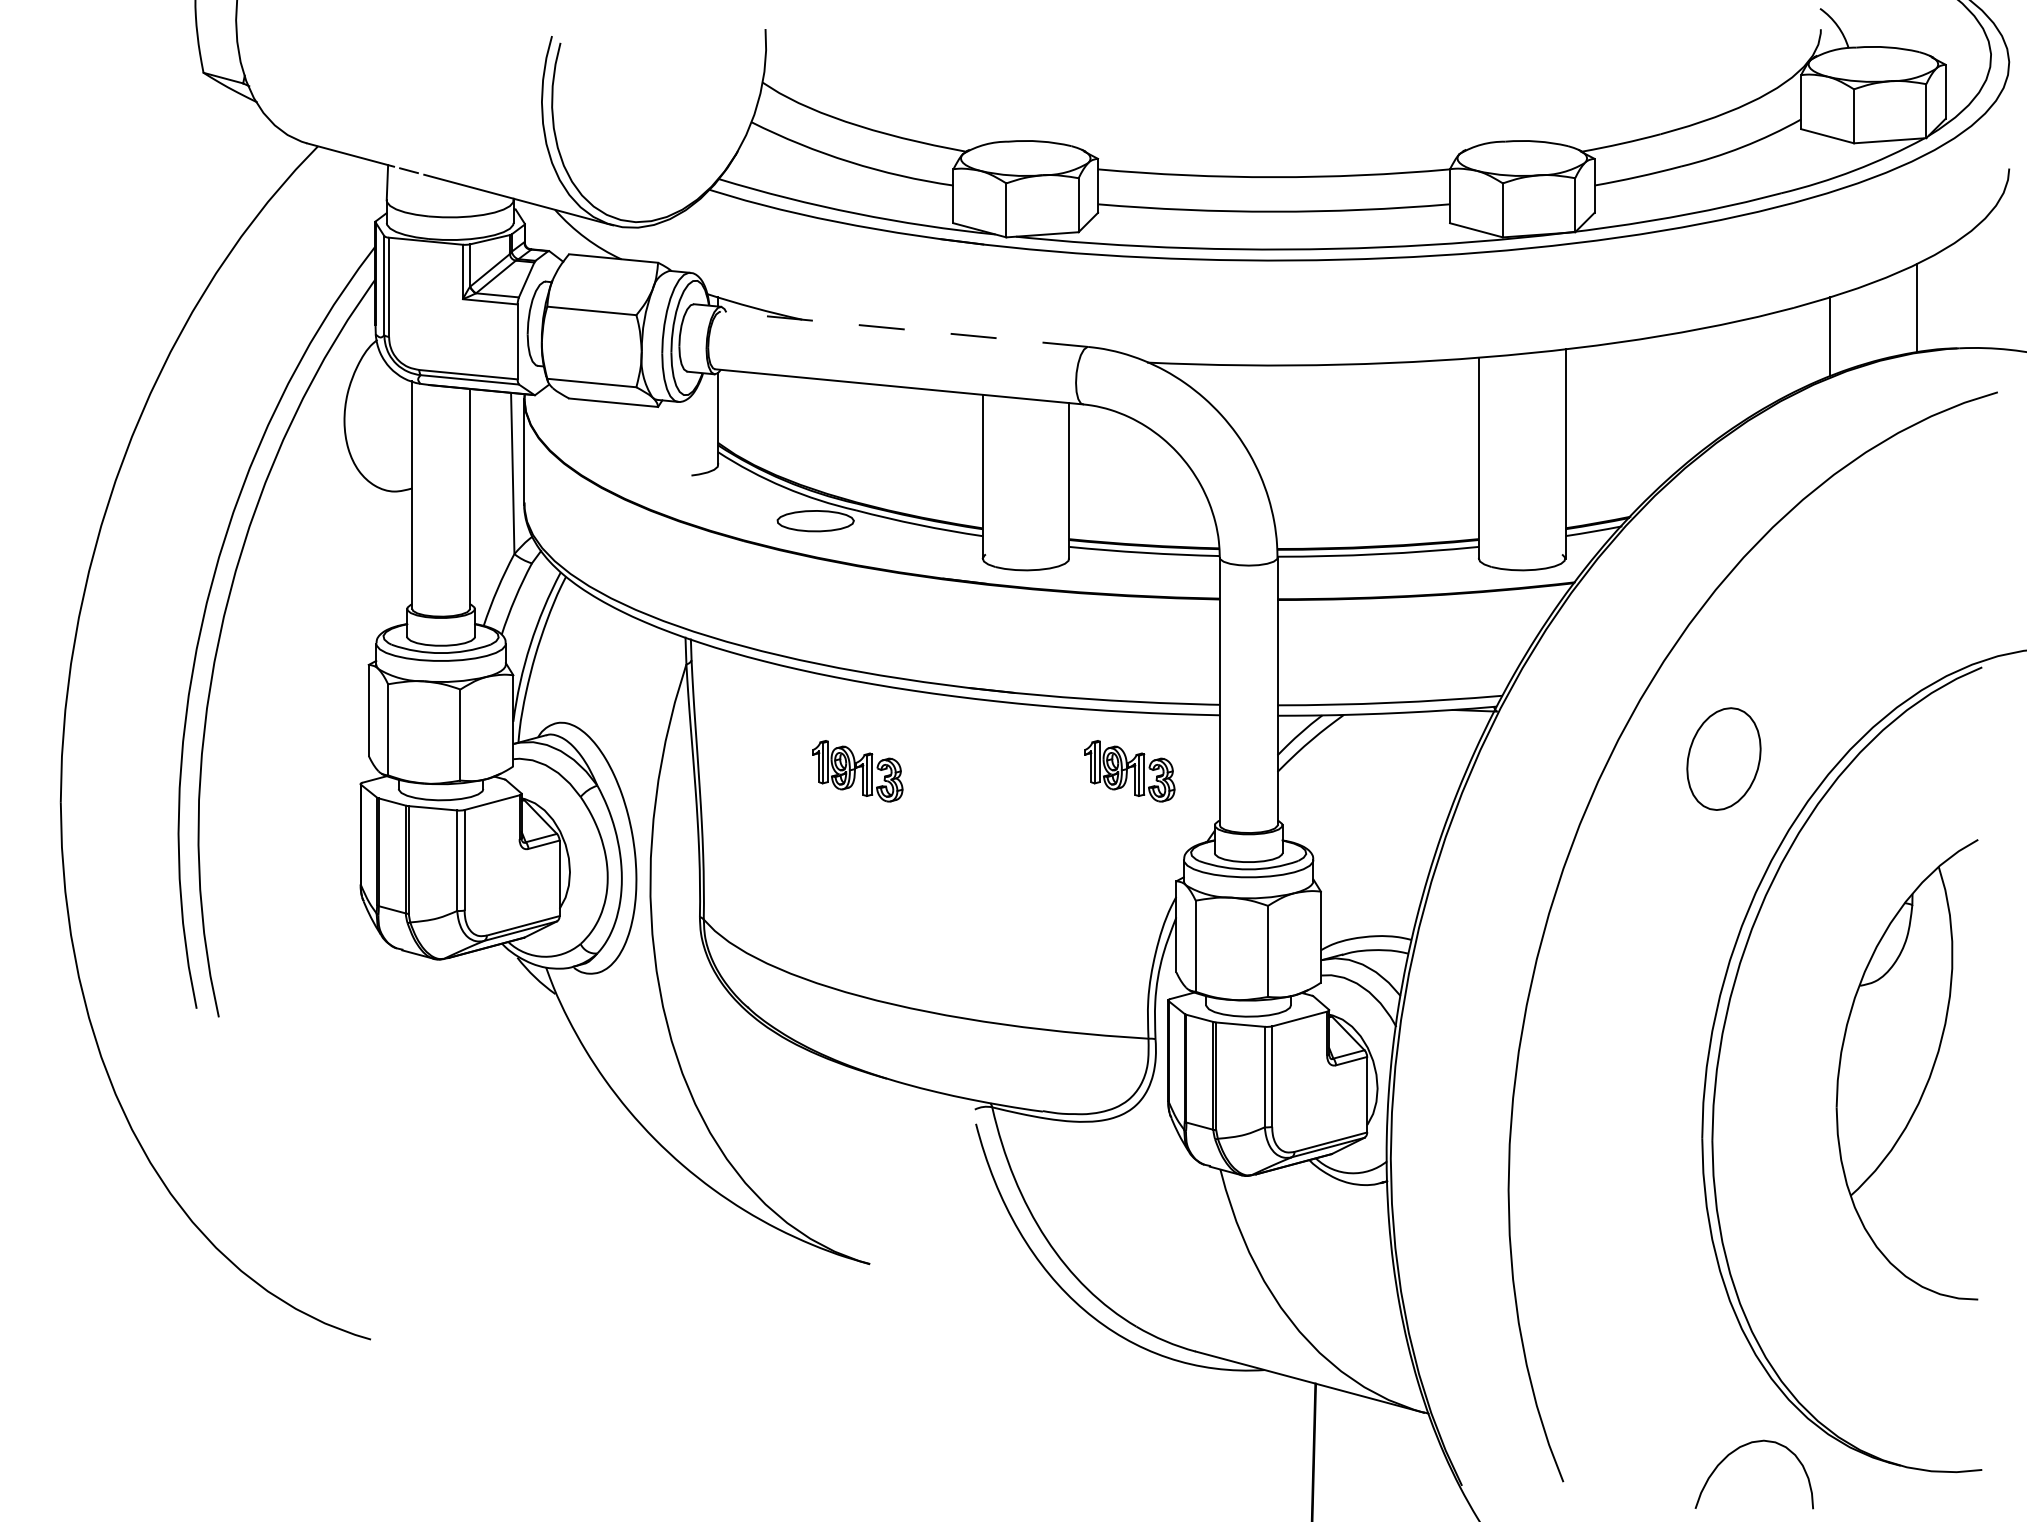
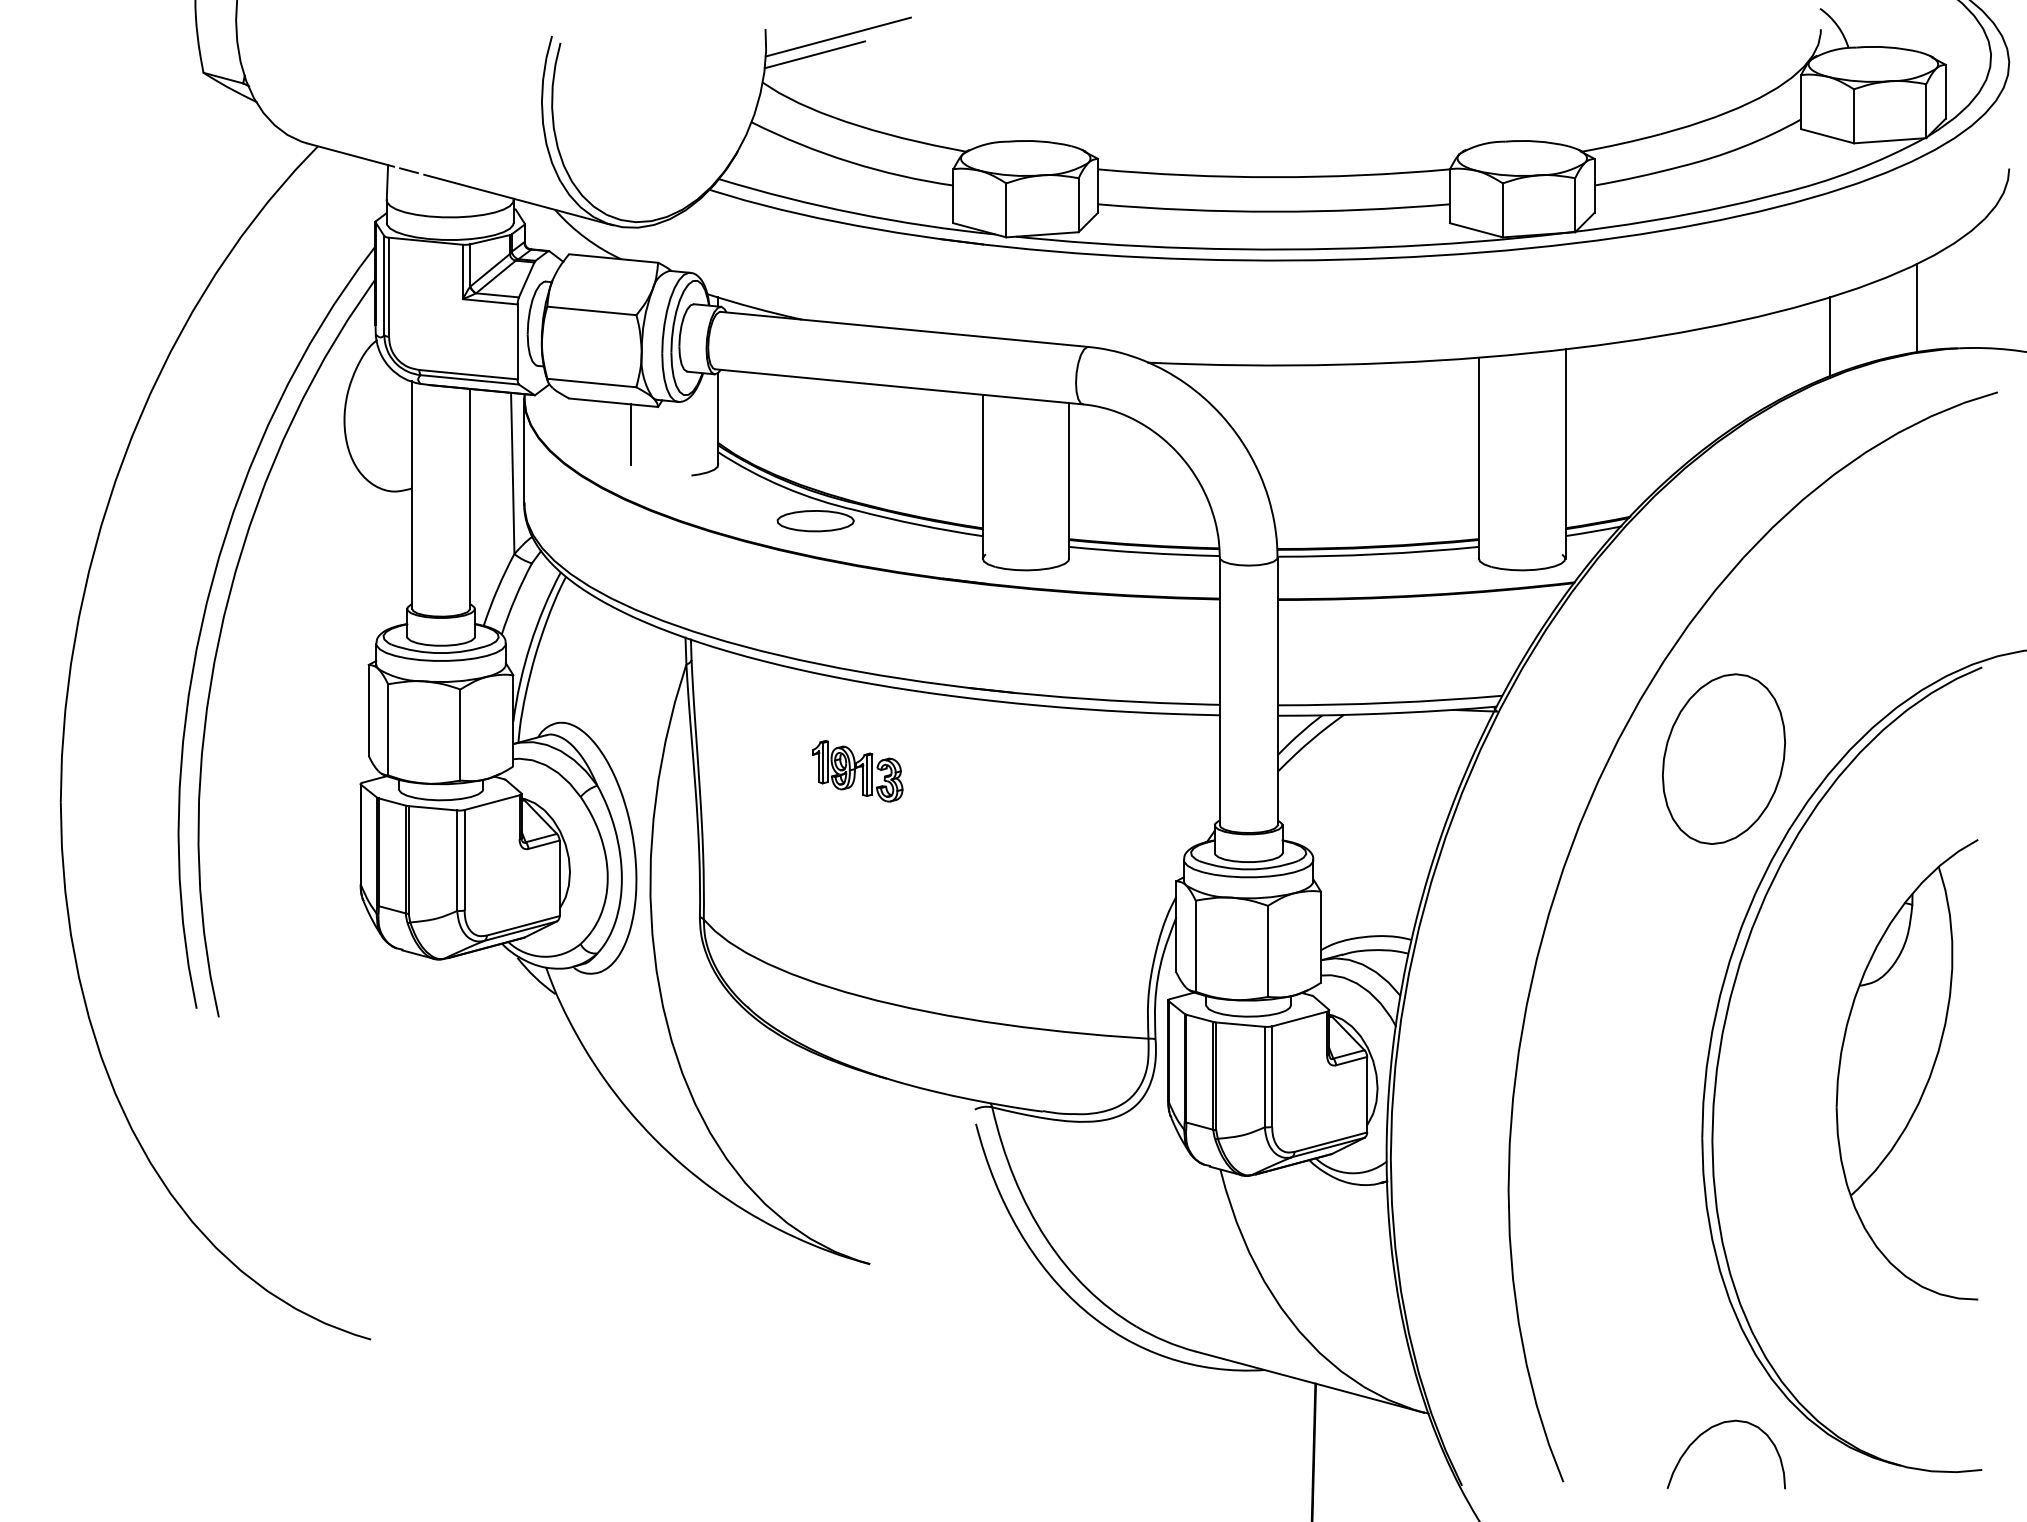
line at (837, 36): none -> present
line at (814, 54): none -> present
line at (904, 329): dashed -> solid
line at (631, 434): none -> present
part at (1723, 758) size: 76x104 px -> 124x172 px
part at (1129, 771): present -> none
curve at (1742, 1447) position: (1742, 1447) -> (1714, 1427)
